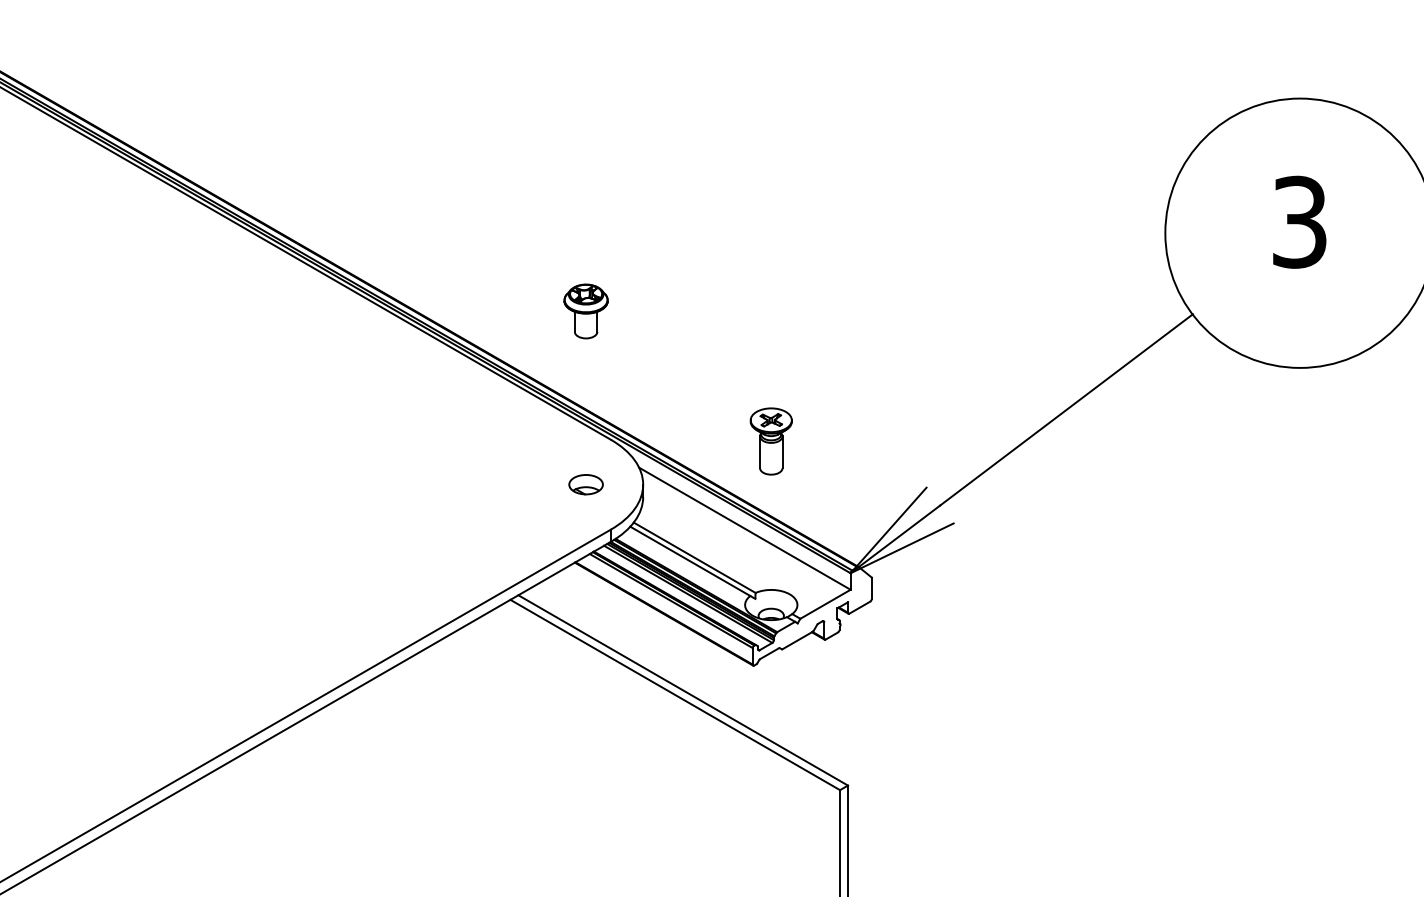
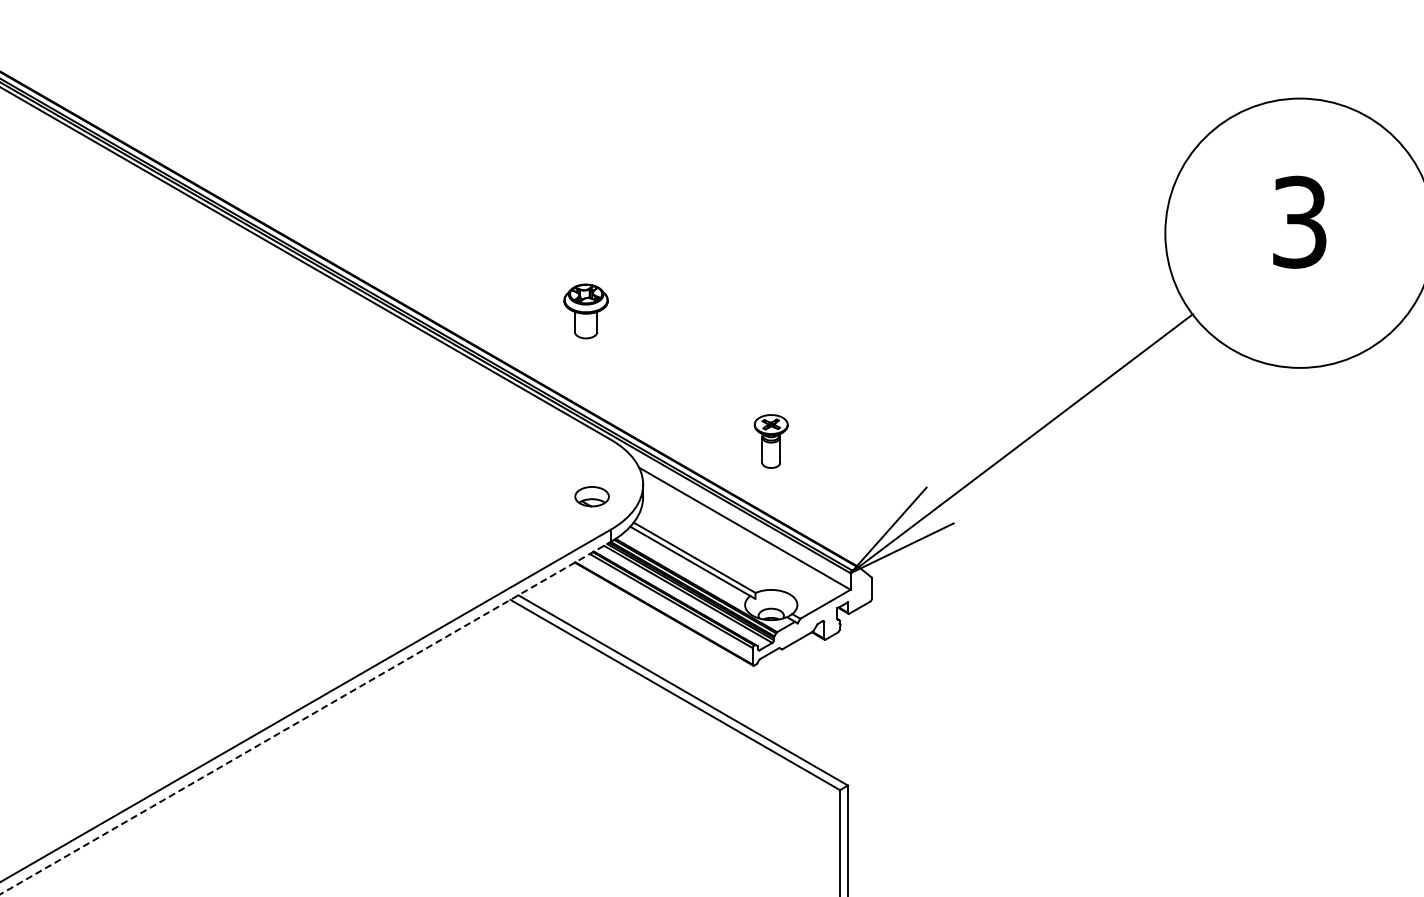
part at (770, 441) size: 44x69 px -> 36x55 px
part at (585, 484) position: (585, 484) -> (591, 496)
line at (306, 717): solid -> dashed
